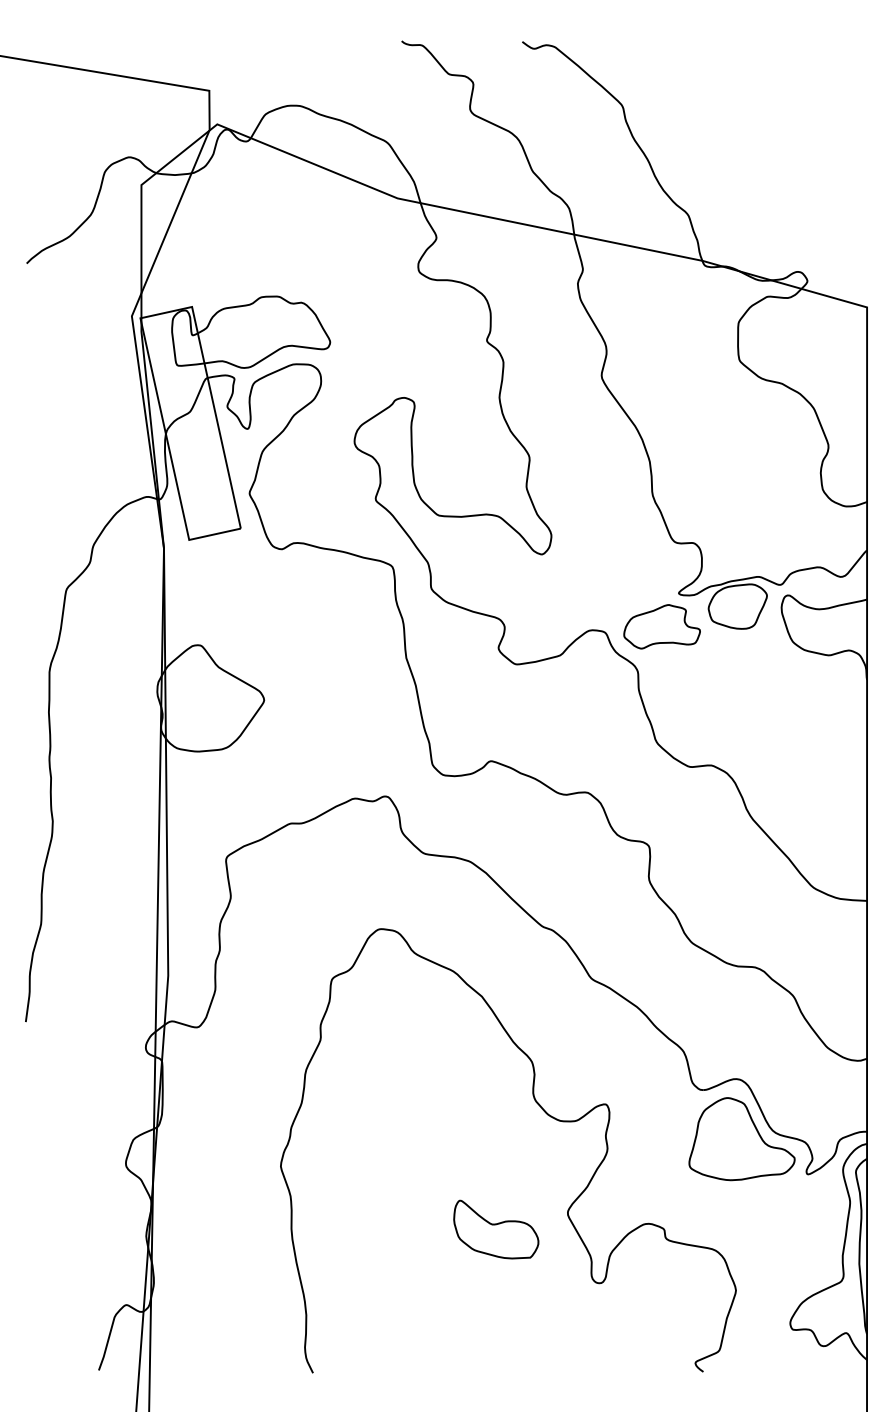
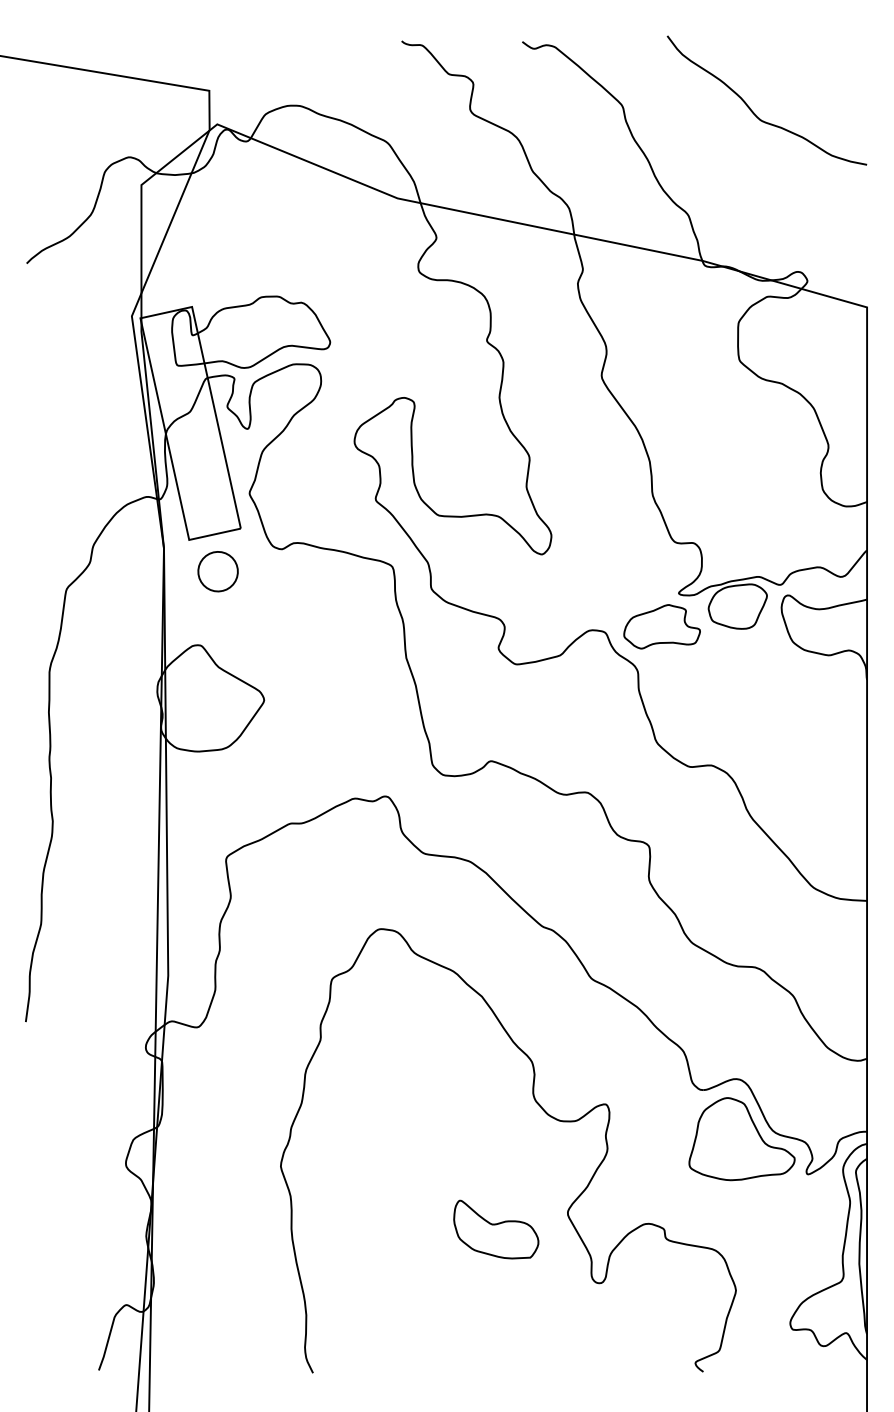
curve at (754, 112): none -> present
part at (217, 571): none -> present
